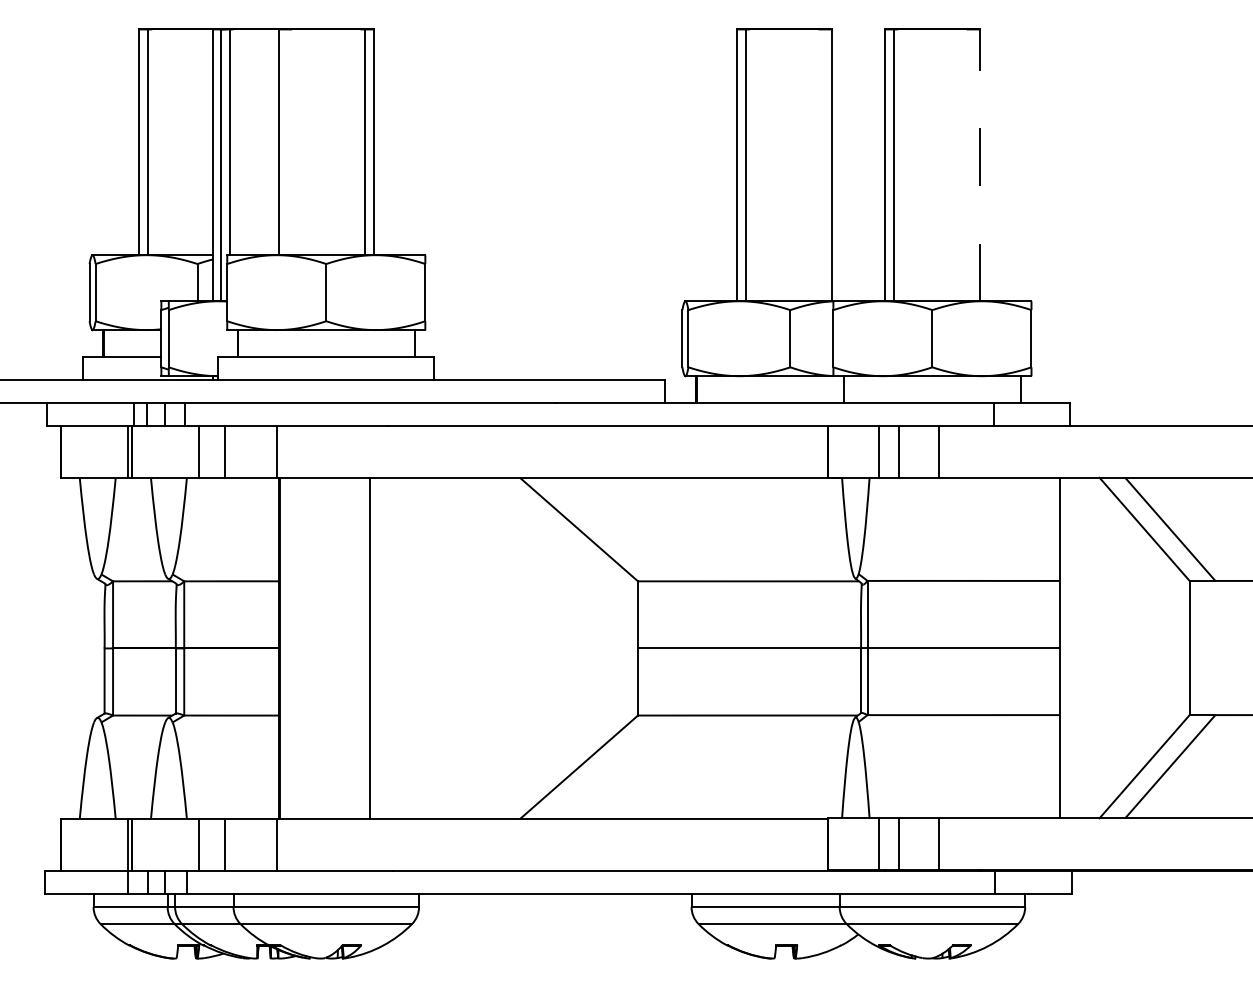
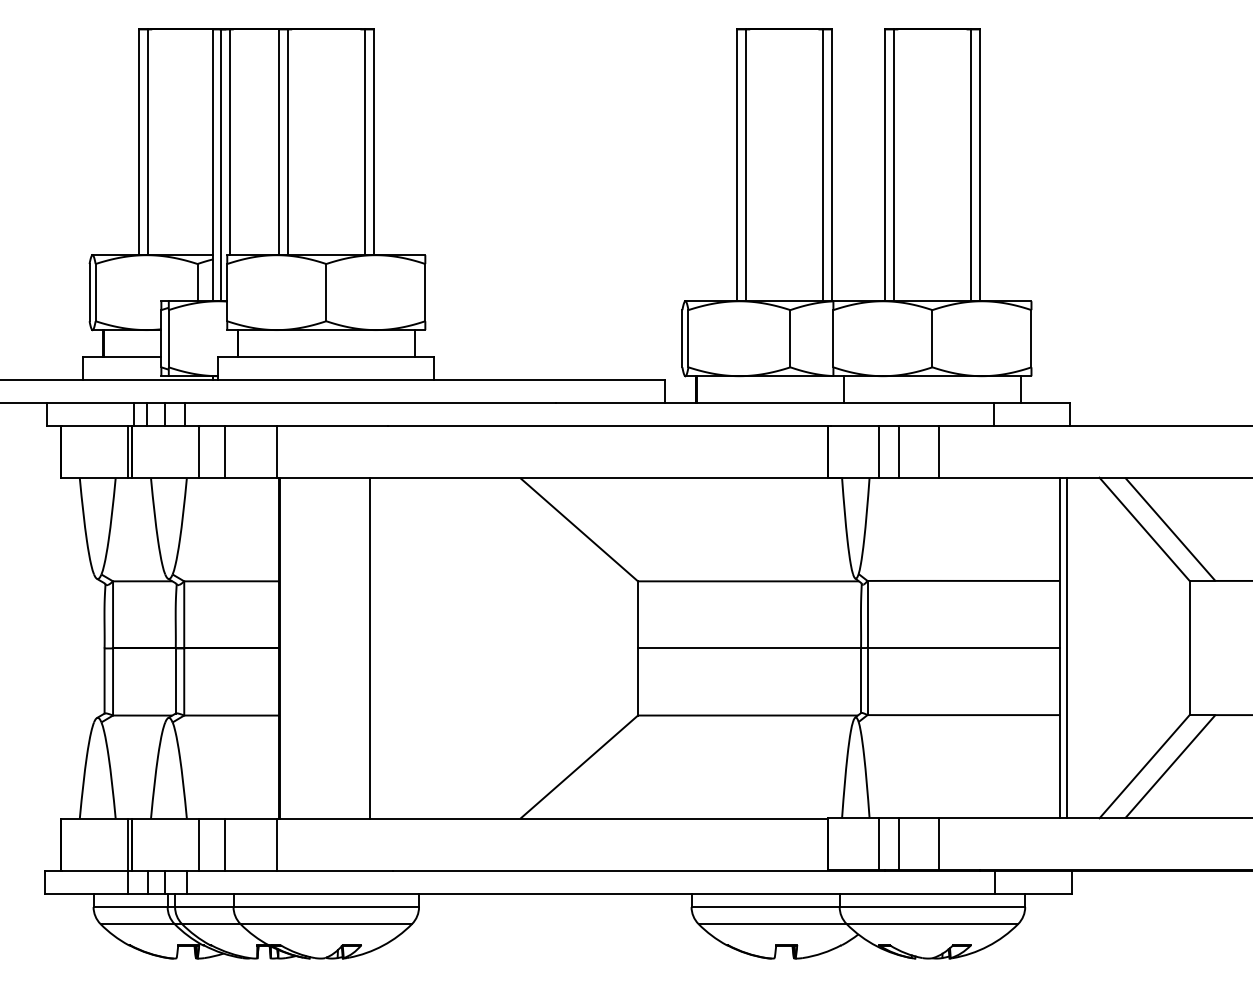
line at (288, 142): none -> present
line at (822, 165): none -> present
line at (970, 165): none -> present
line at (979, 165): dashed -> solid
line at (1066, 647): none -> present
